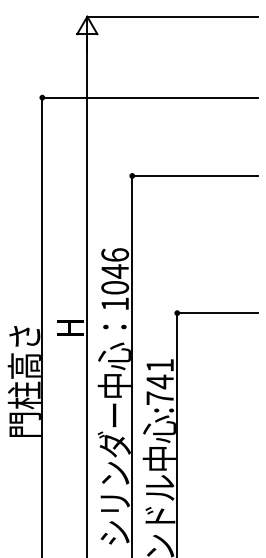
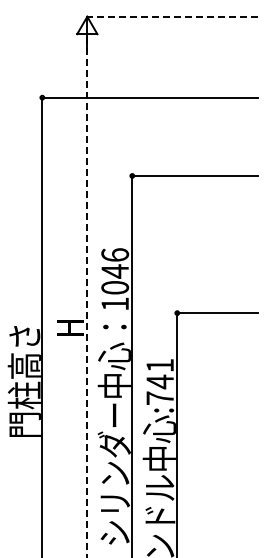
line at (172, 16): solid -> dashed
line at (87, 297): solid -> dashed
